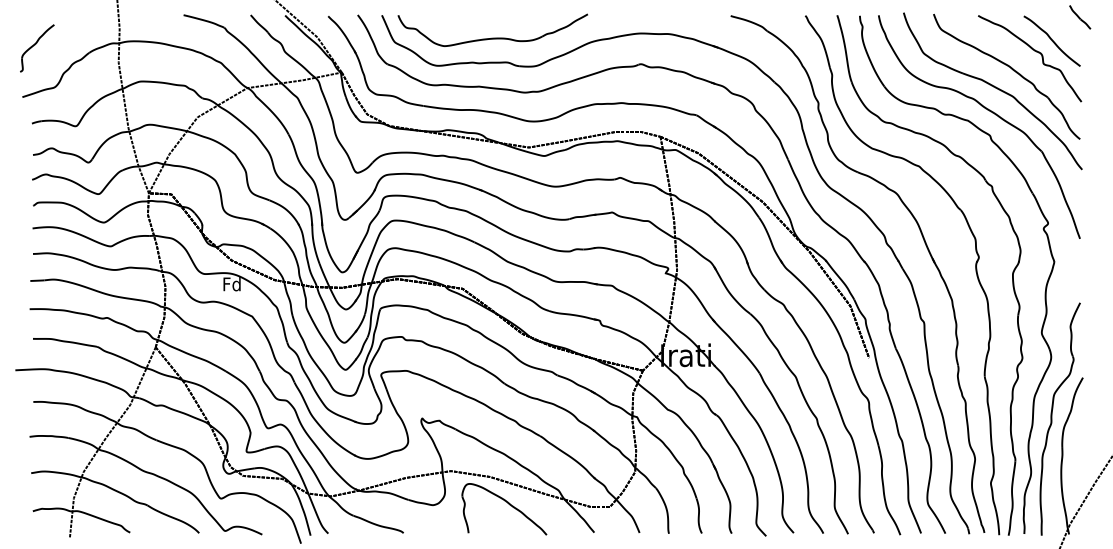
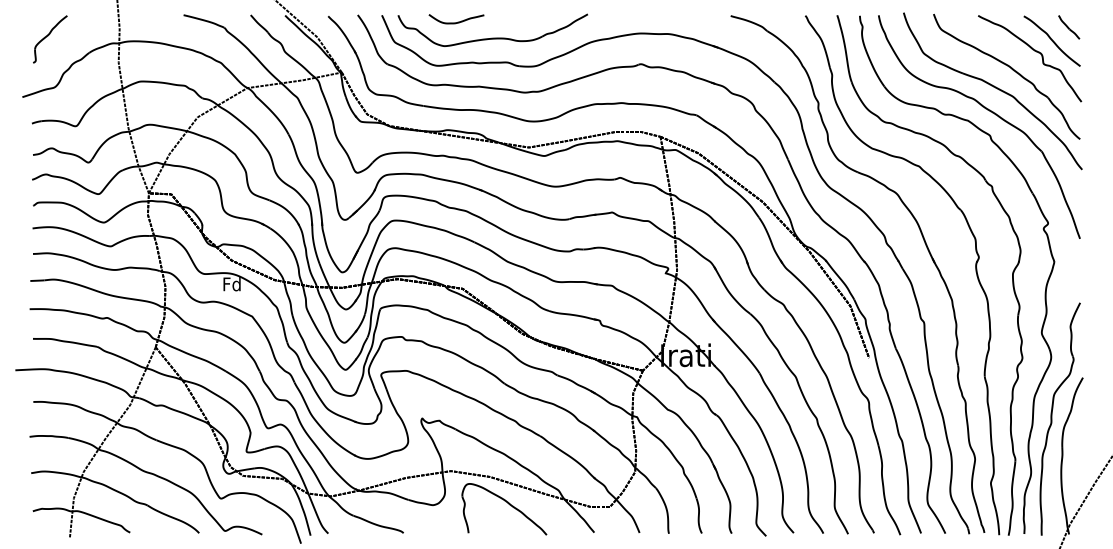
line at (1080, 17) position: (1080, 17) -> (1069, 27)
curve at (457, 21): none -> present
part at (37, 48) position: (37, 48) -> (50, 39)
